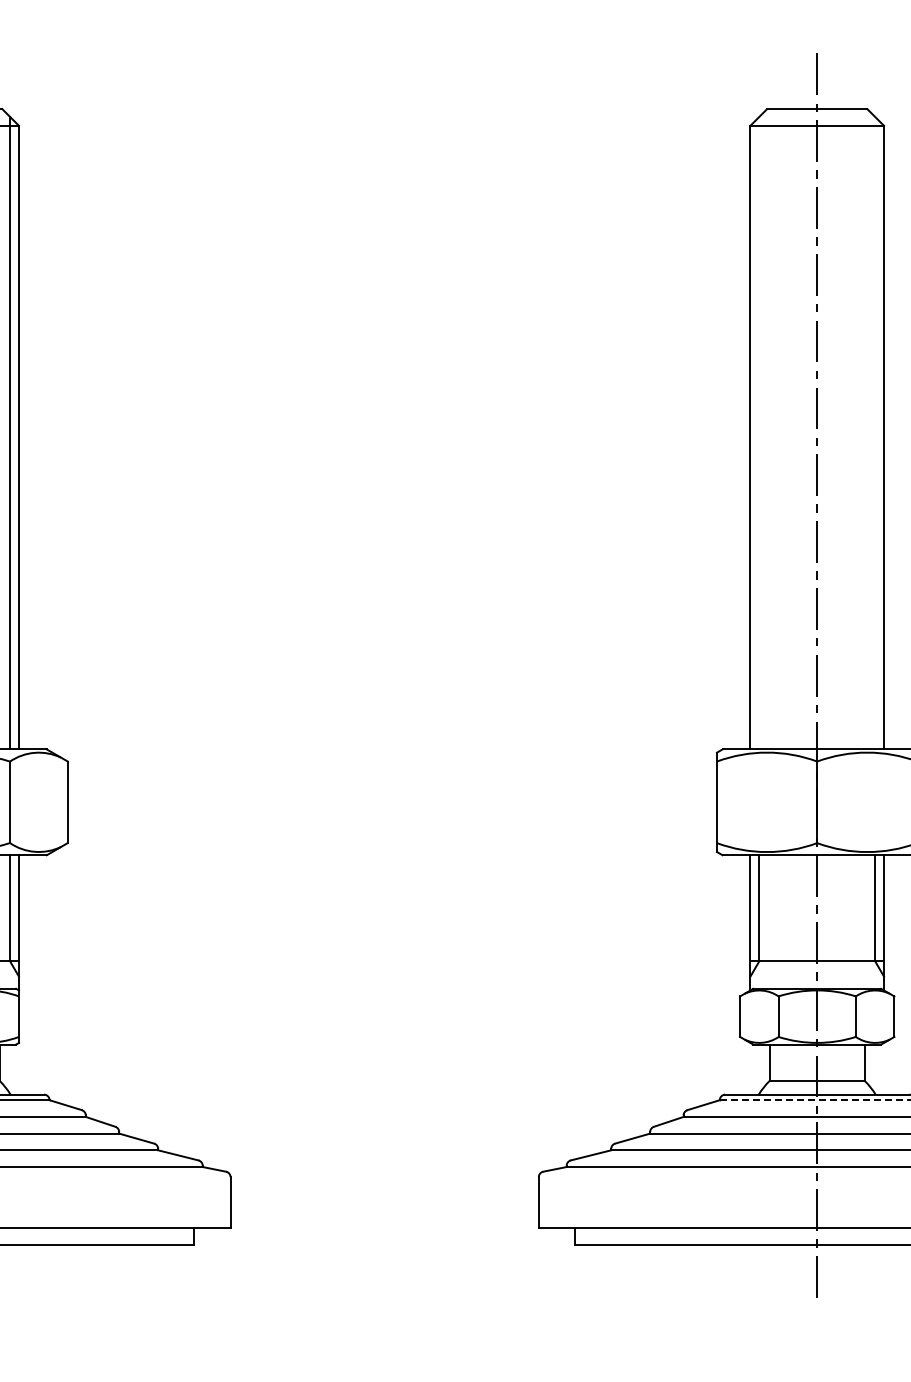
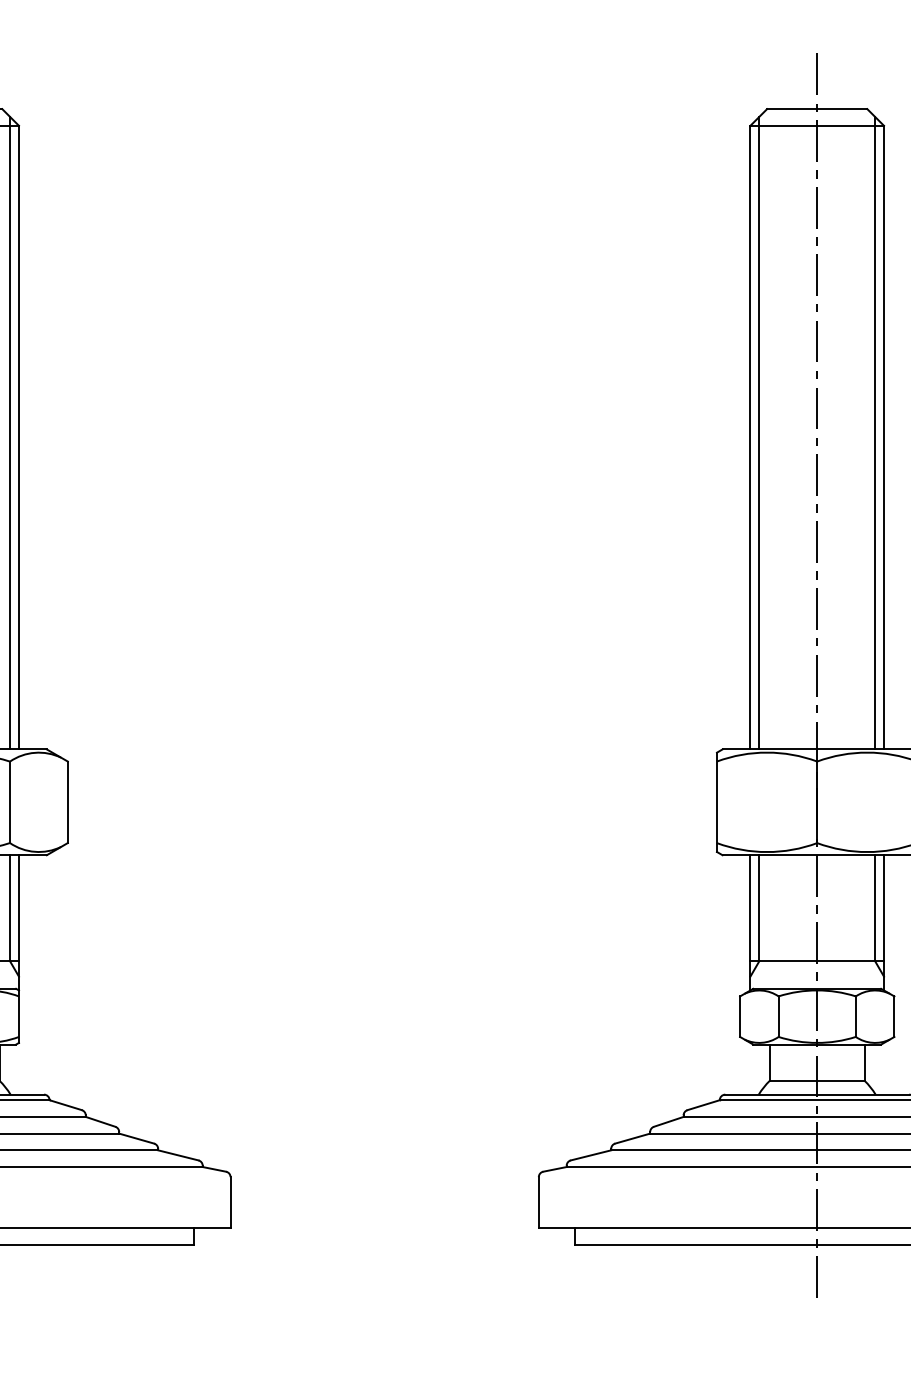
line at (759, 432): none -> present
line at (875, 432): none -> present
line at (815, 1100): dashed -> solid
